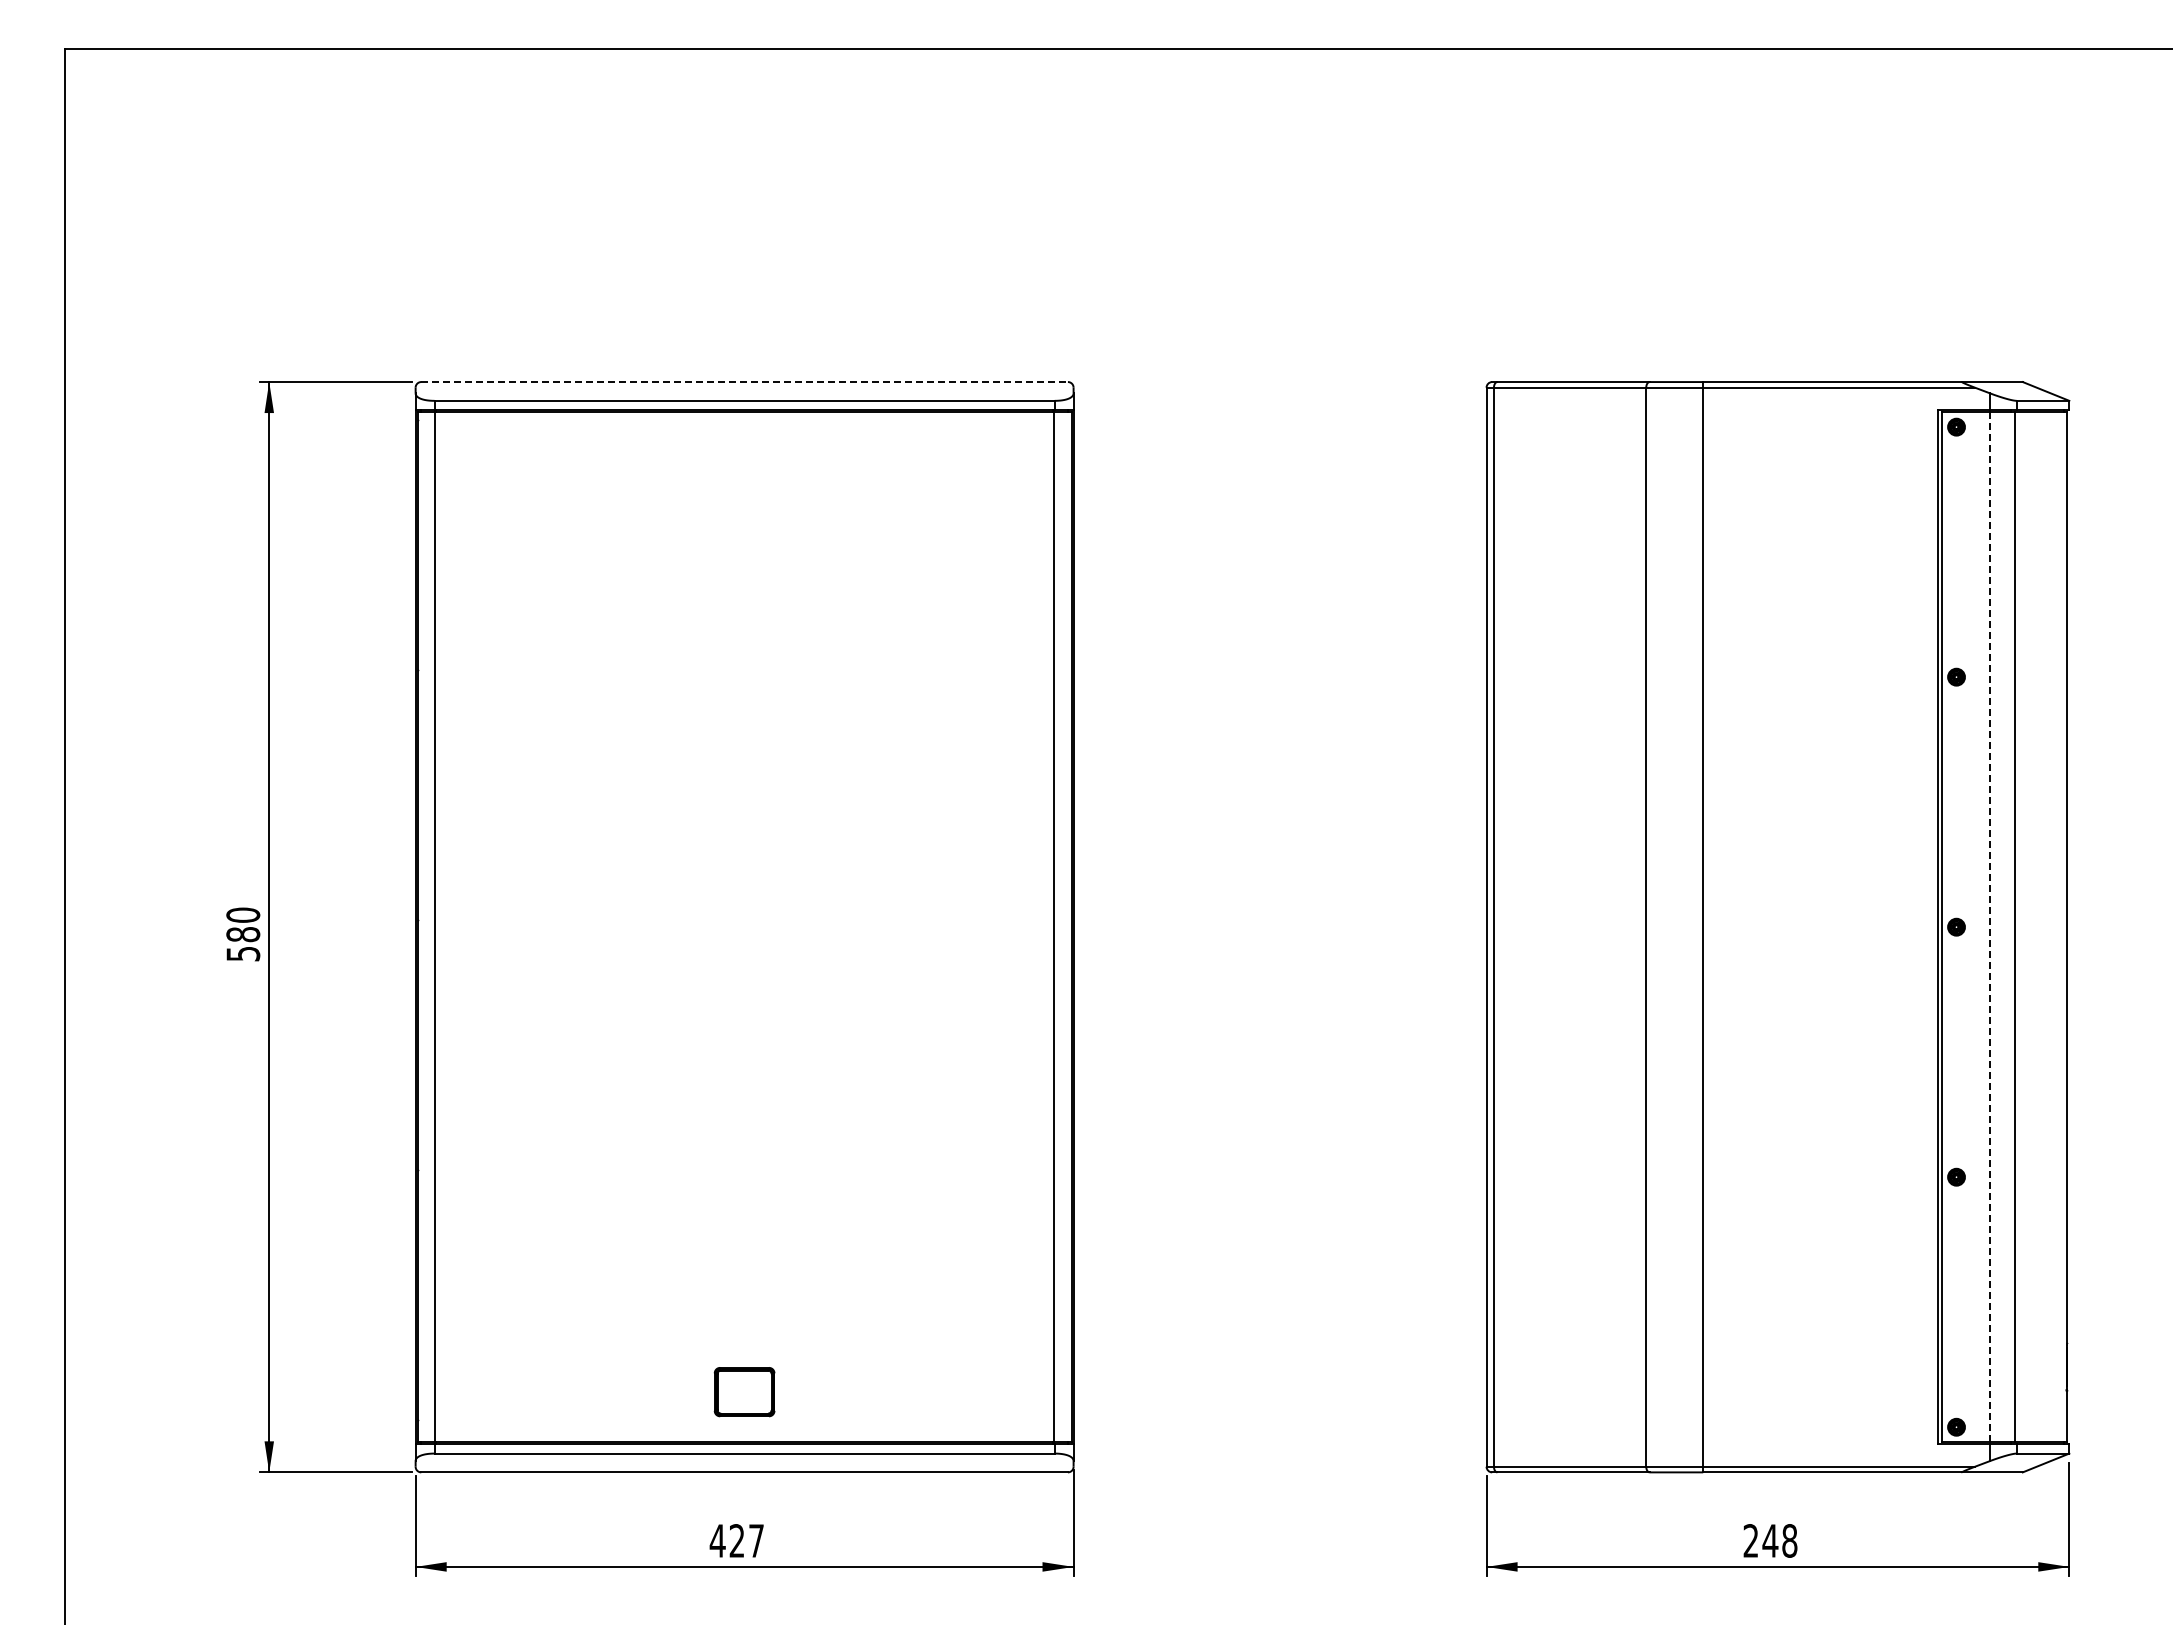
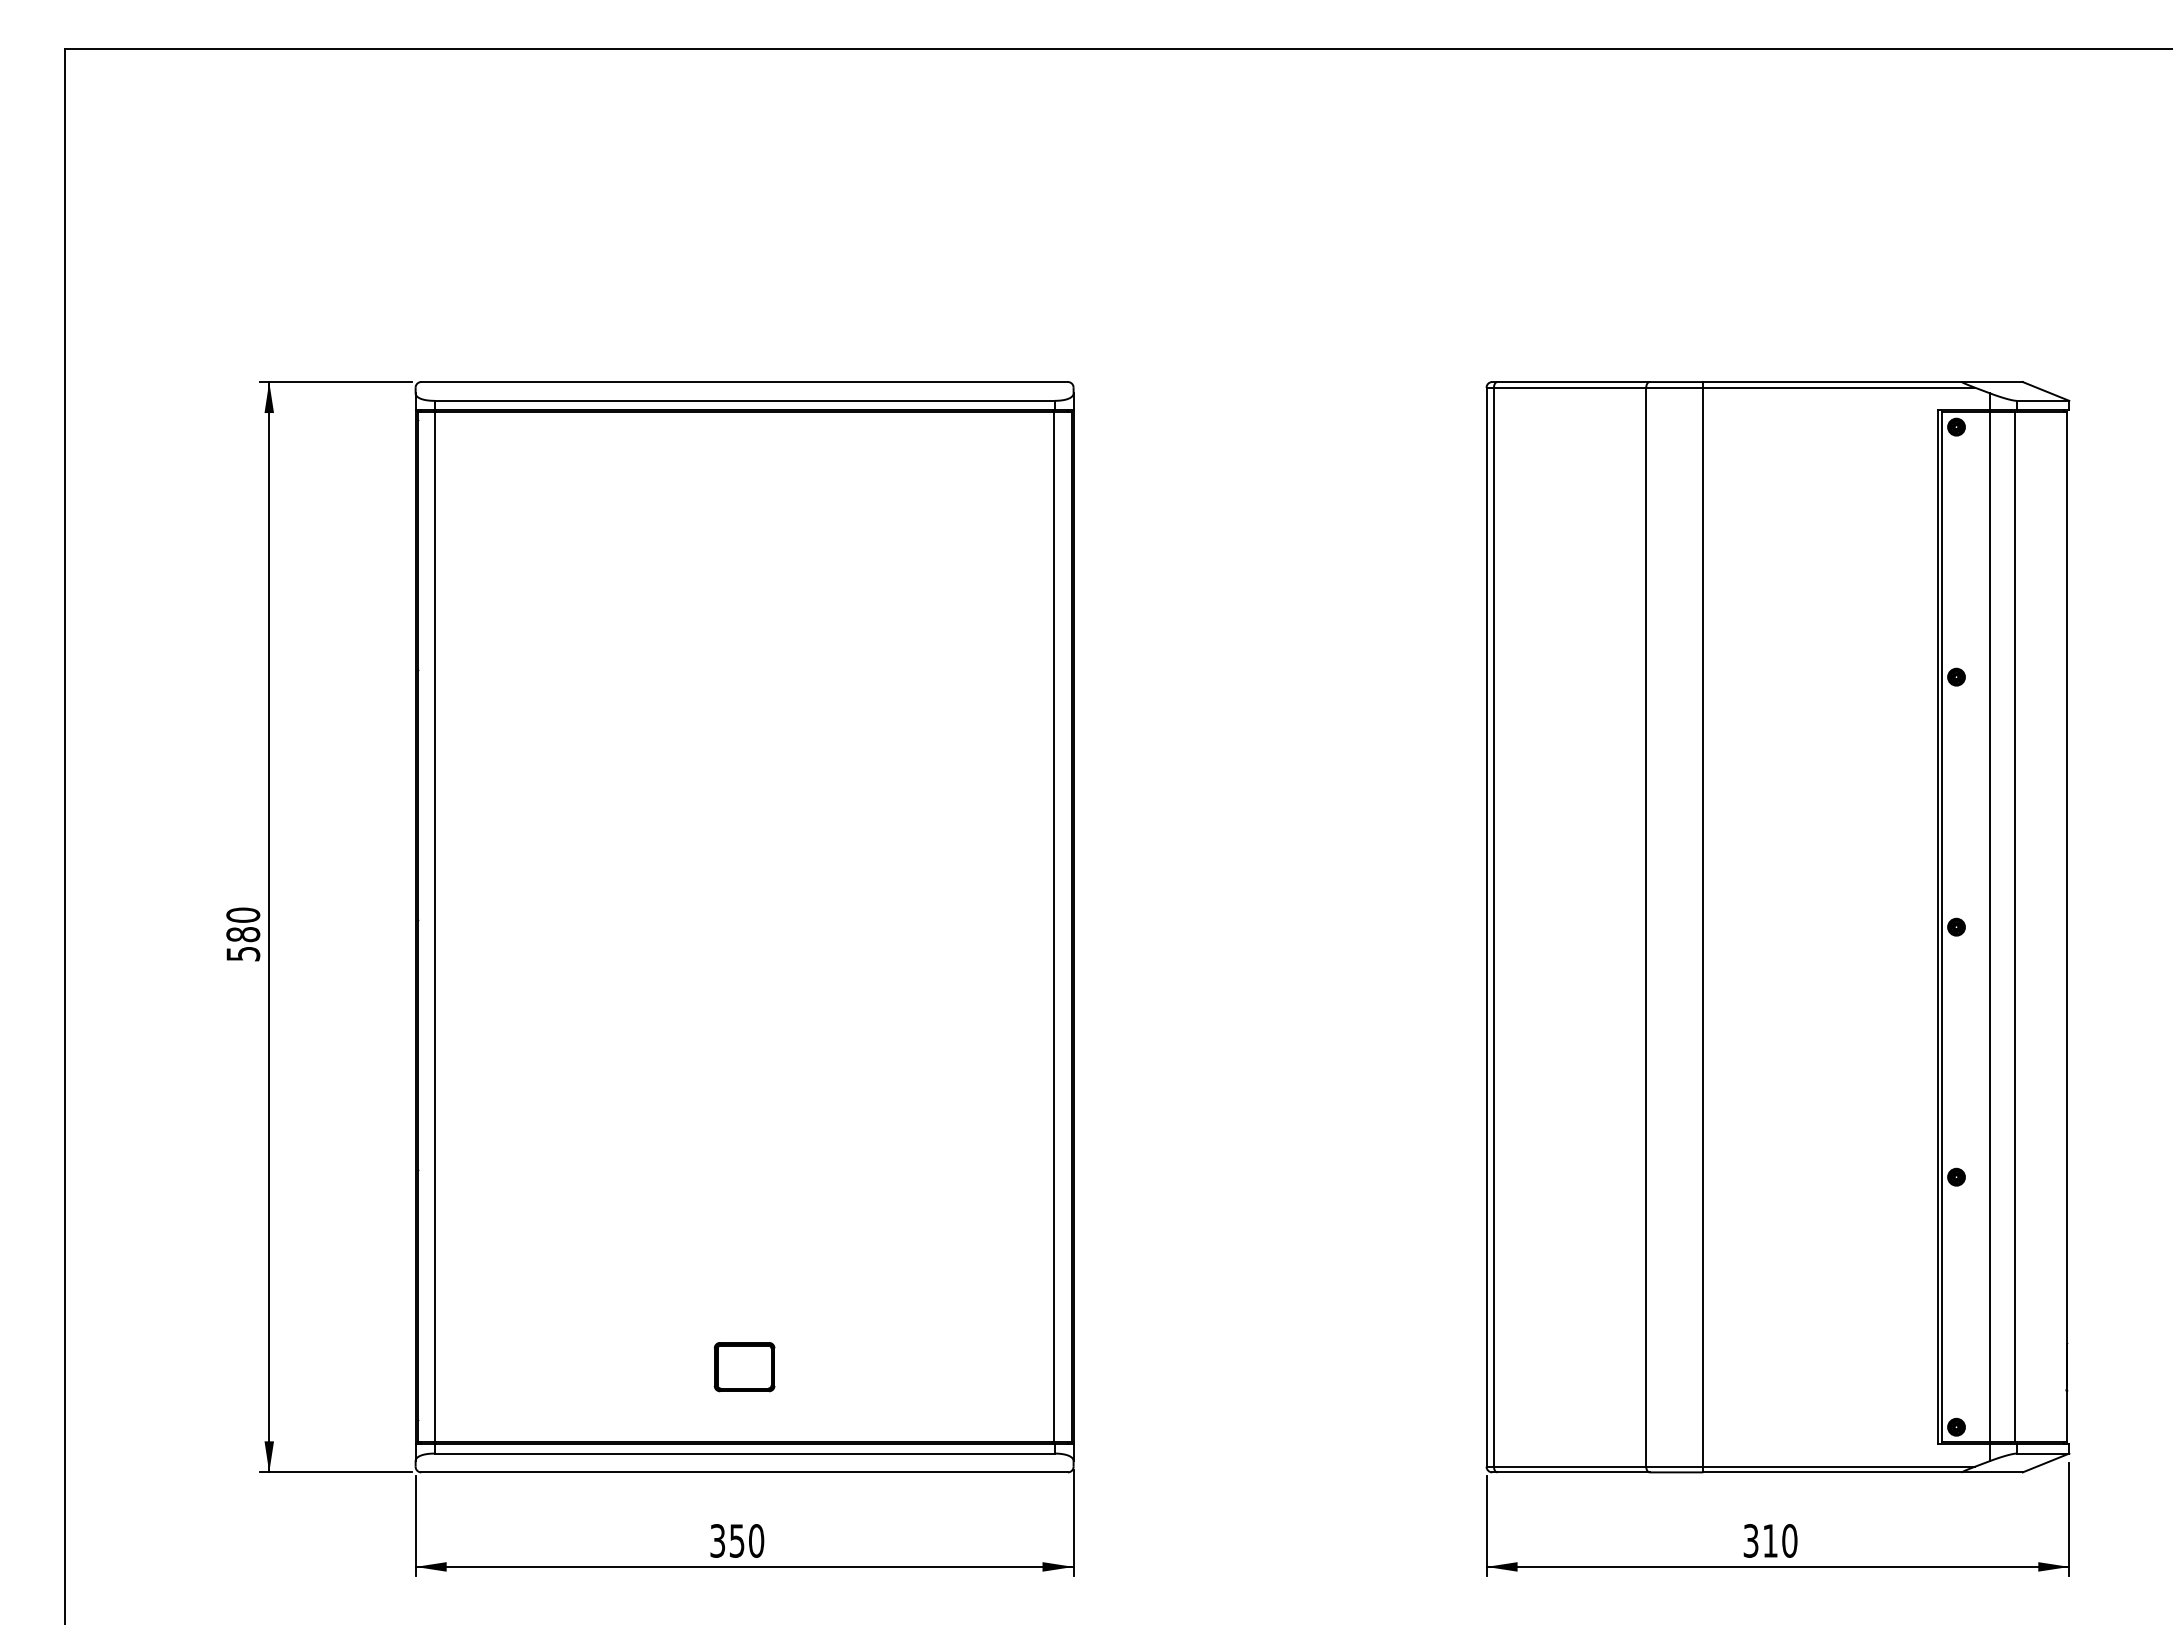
line at (745, 382): dashed -> solid
line at (1990, 927): dashed -> solid
part at (744, 1392) position: (744, 1392) -> (744, 1367)
text at (736, 1540): 427 -> 350
text at (1770, 1540): 248 -> 310
